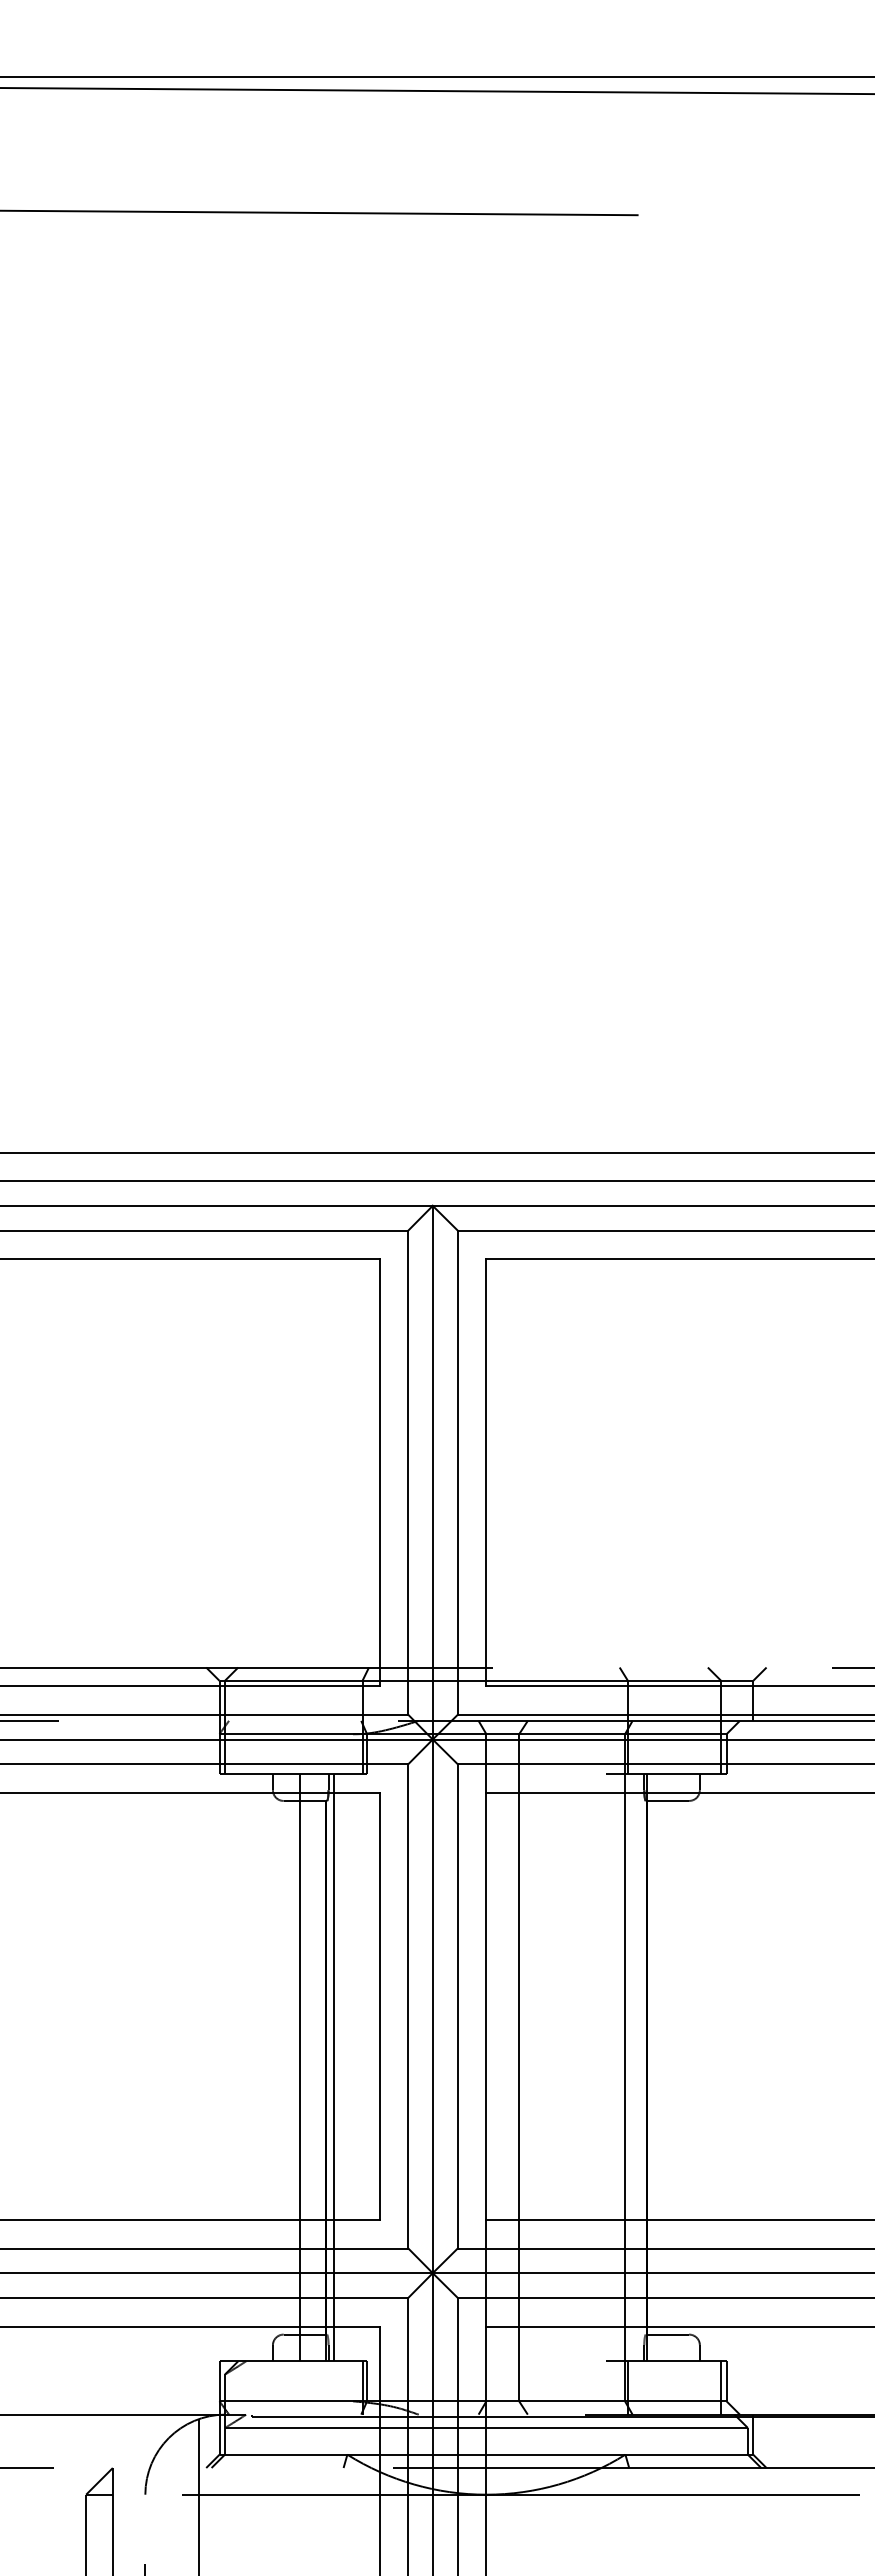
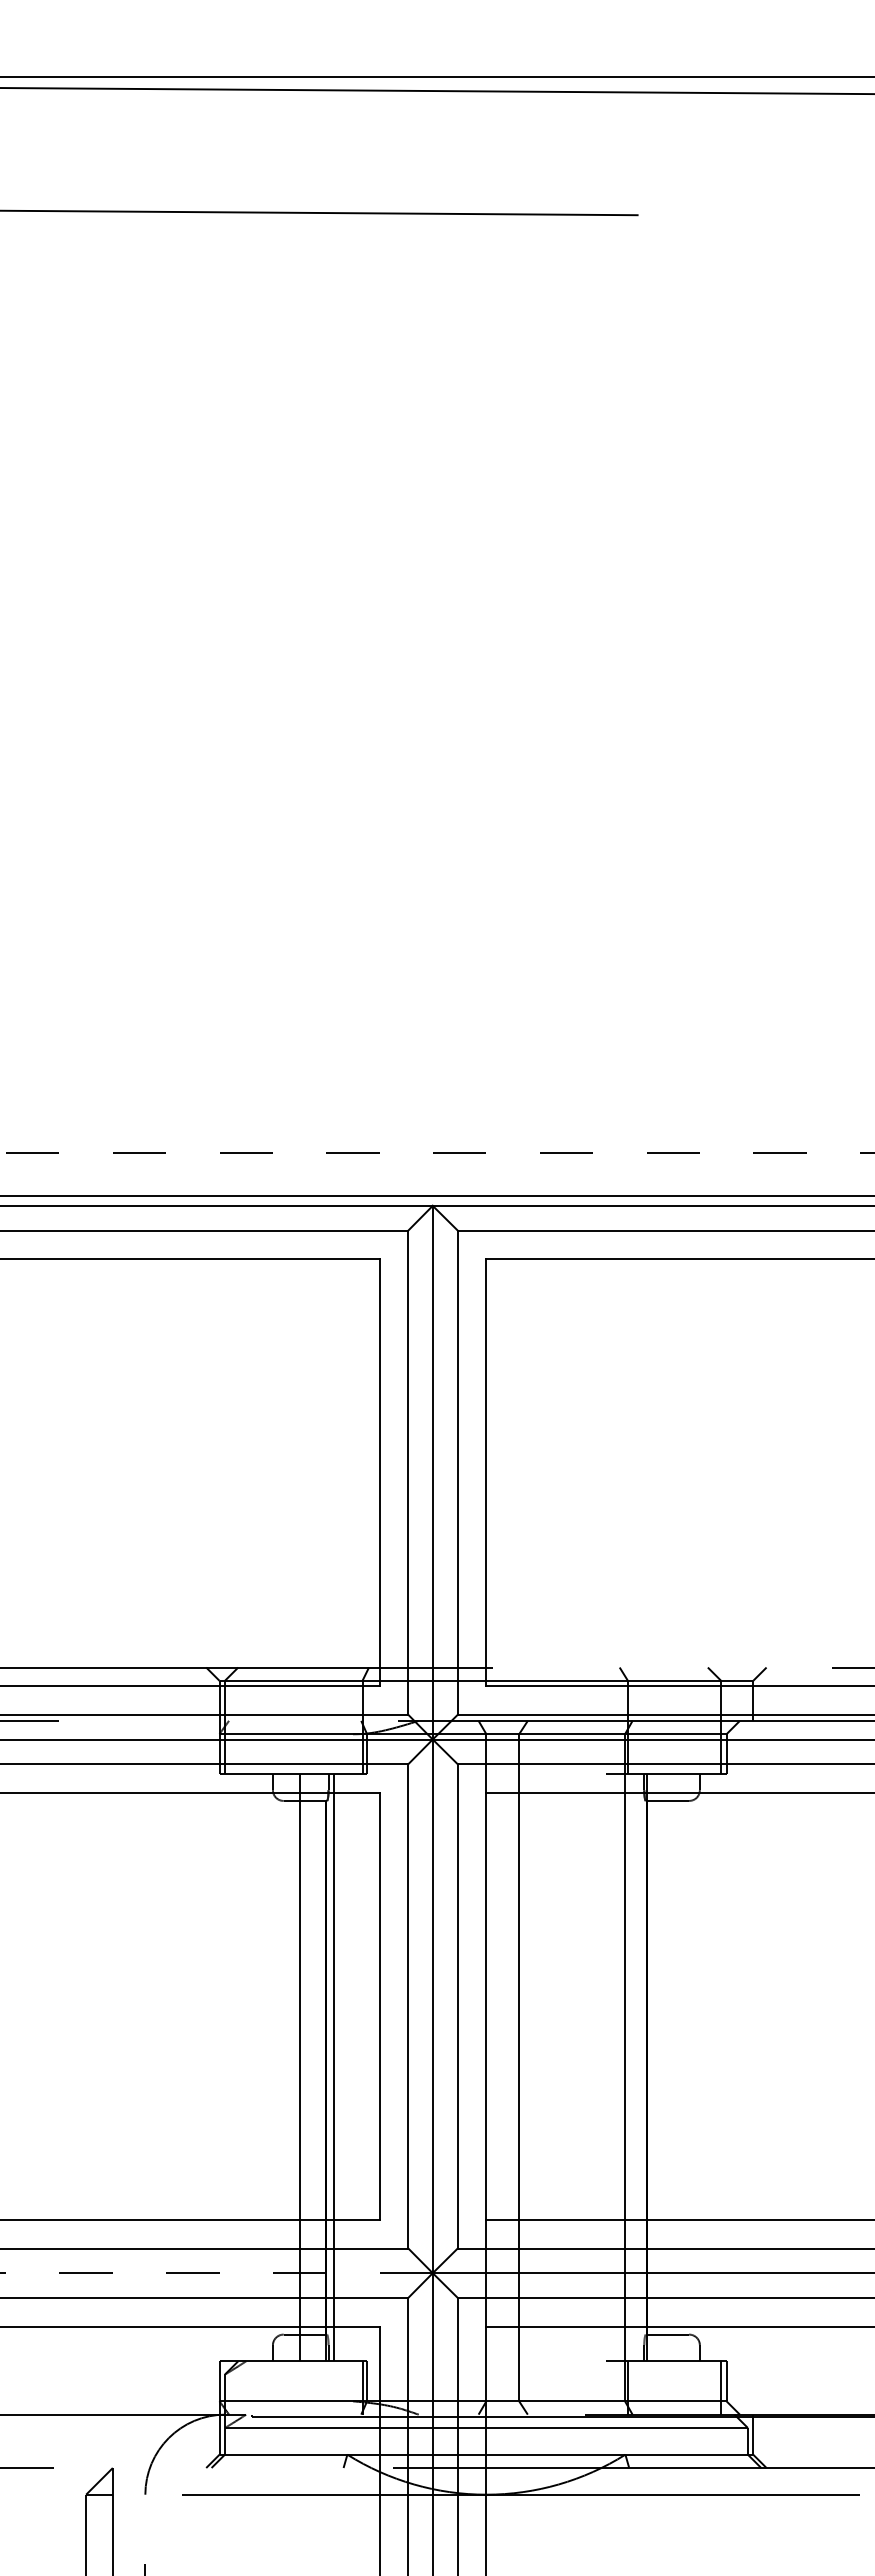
line at (437, 1152): solid -> dashed
line at (436, 1181) position: (436, 1181) -> (436, 1196)
line at (216, 2273): solid -> dashed
line at (198, 2495): present -> none
